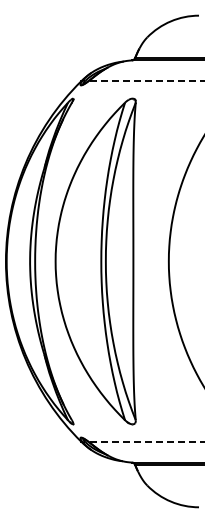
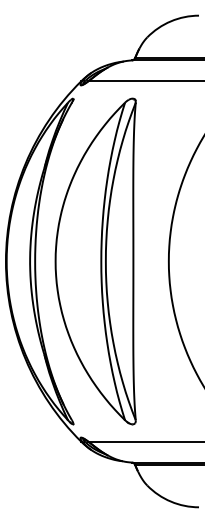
line at (146, 81): dashed -> solid
line at (146, 441): dashed -> solid
